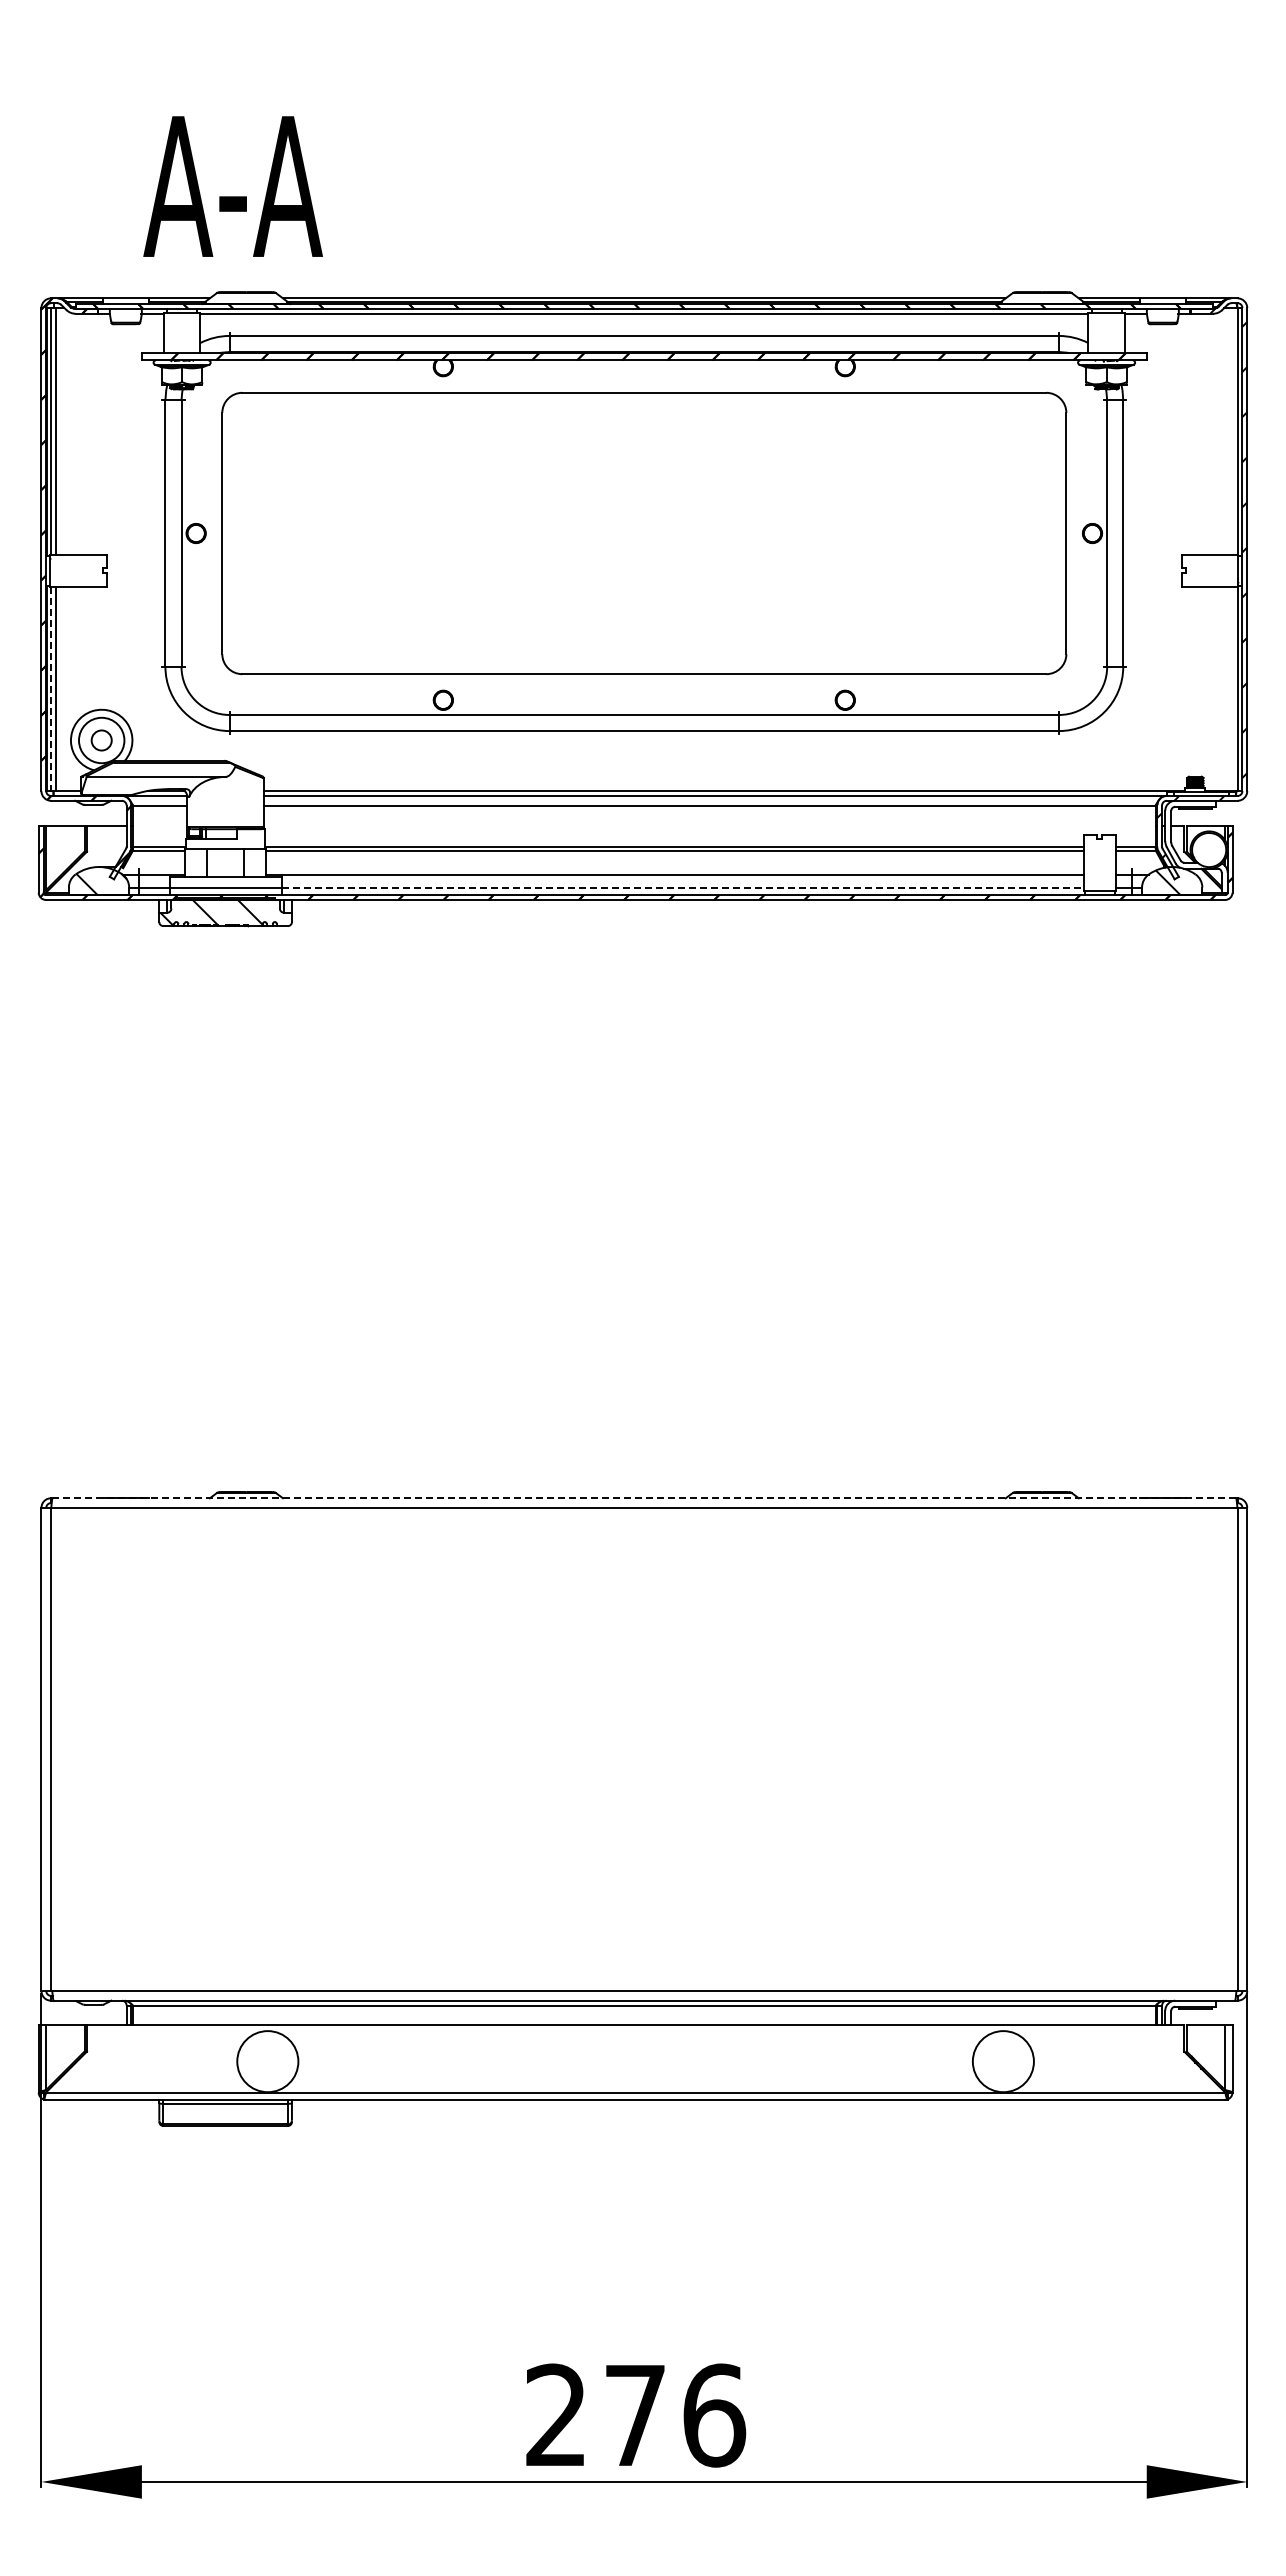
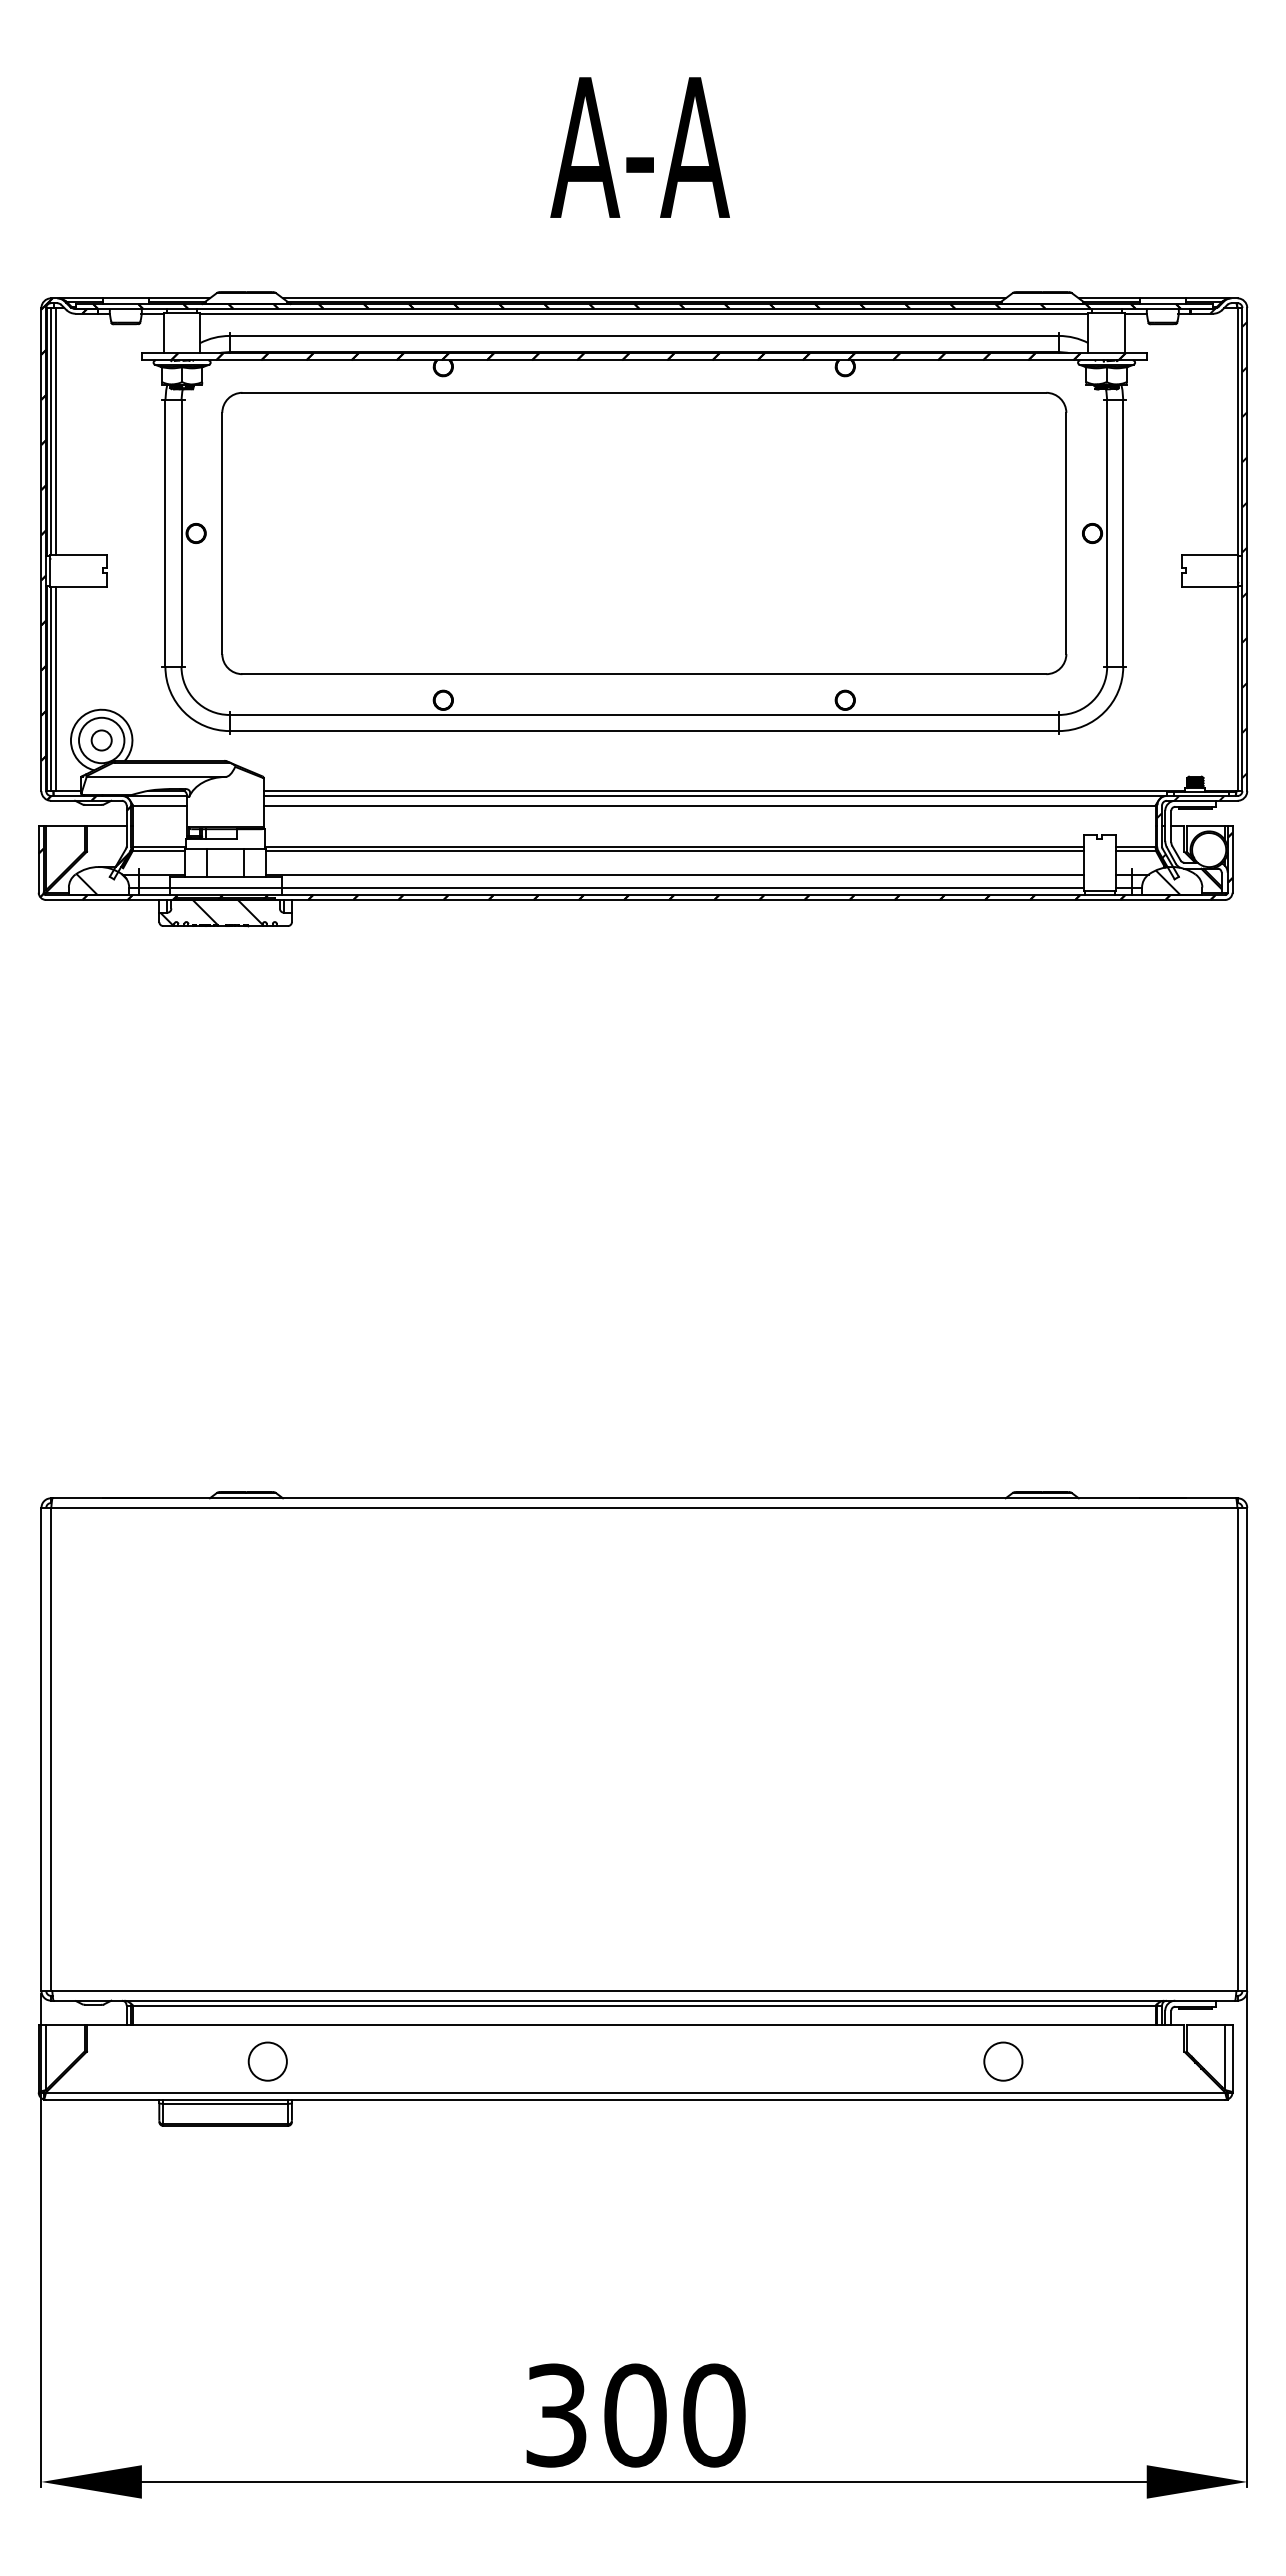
text at (232, 186) position: (232, 186) -> (639, 147)
line at (51, 689): dashed -> solid
line at (683, 887): dashed -> solid
line at (644, 1498): dashed -> solid
circle at (267, 2061) diameter: 61 px -> 38 px
circle at (1002, 2061) diameter: 61 px -> 38 px
text at (636, 2415): 276 -> 300
